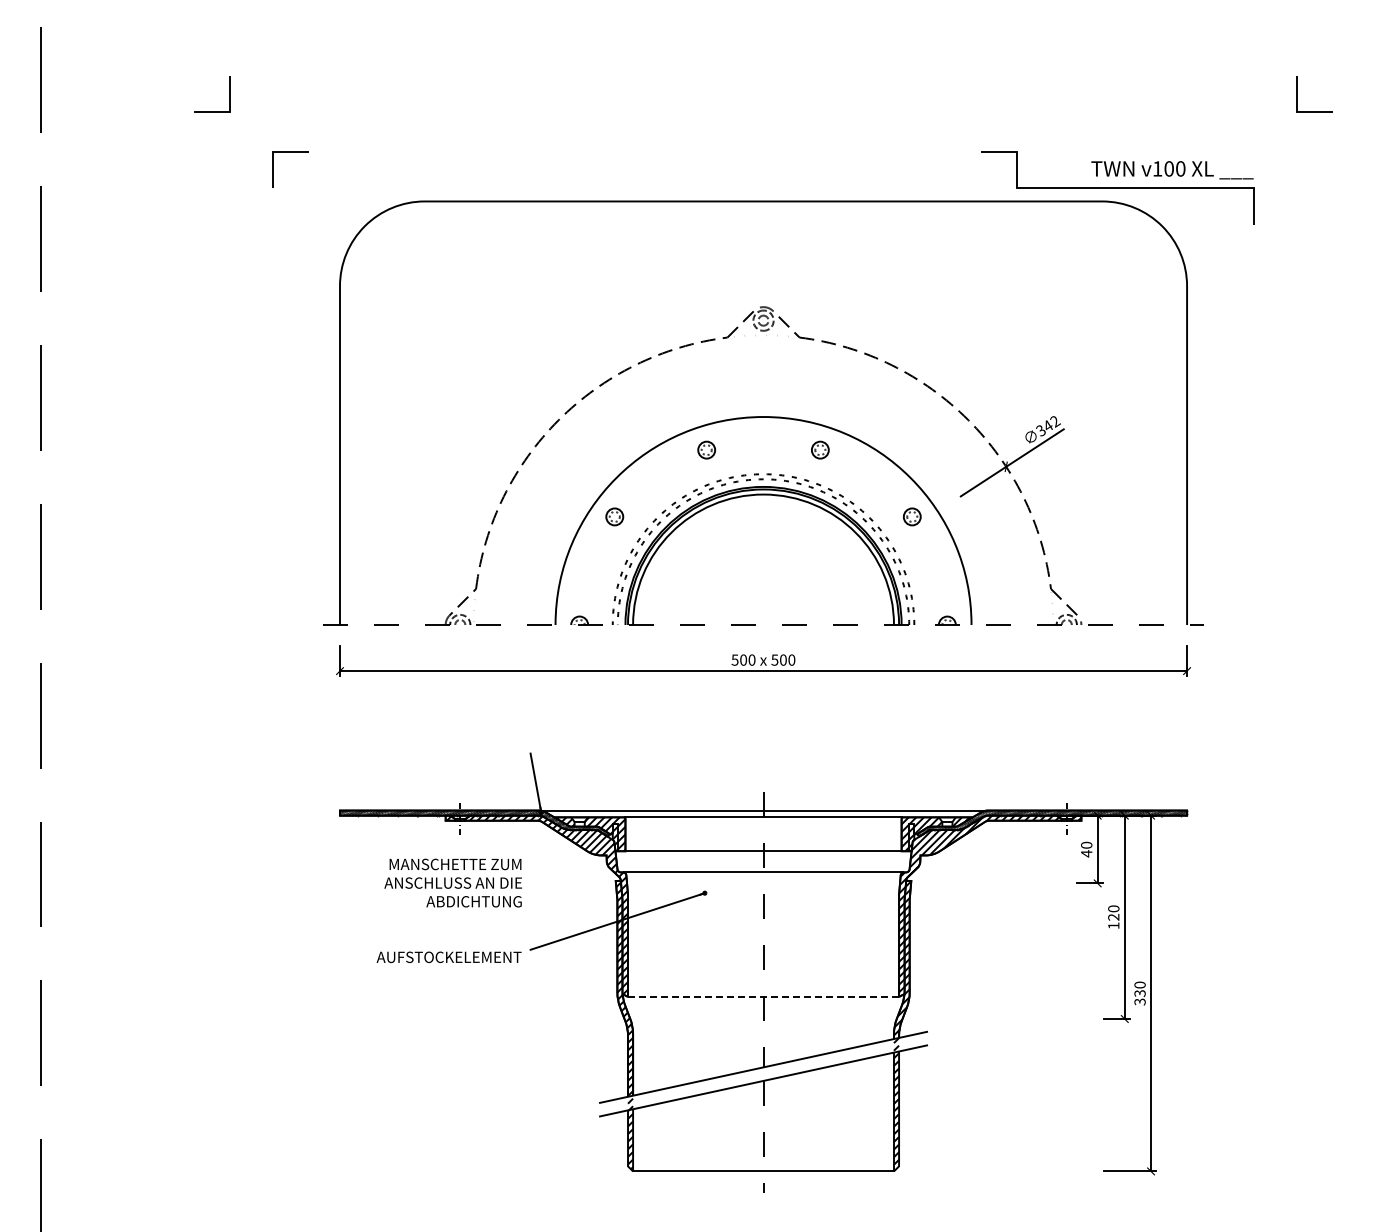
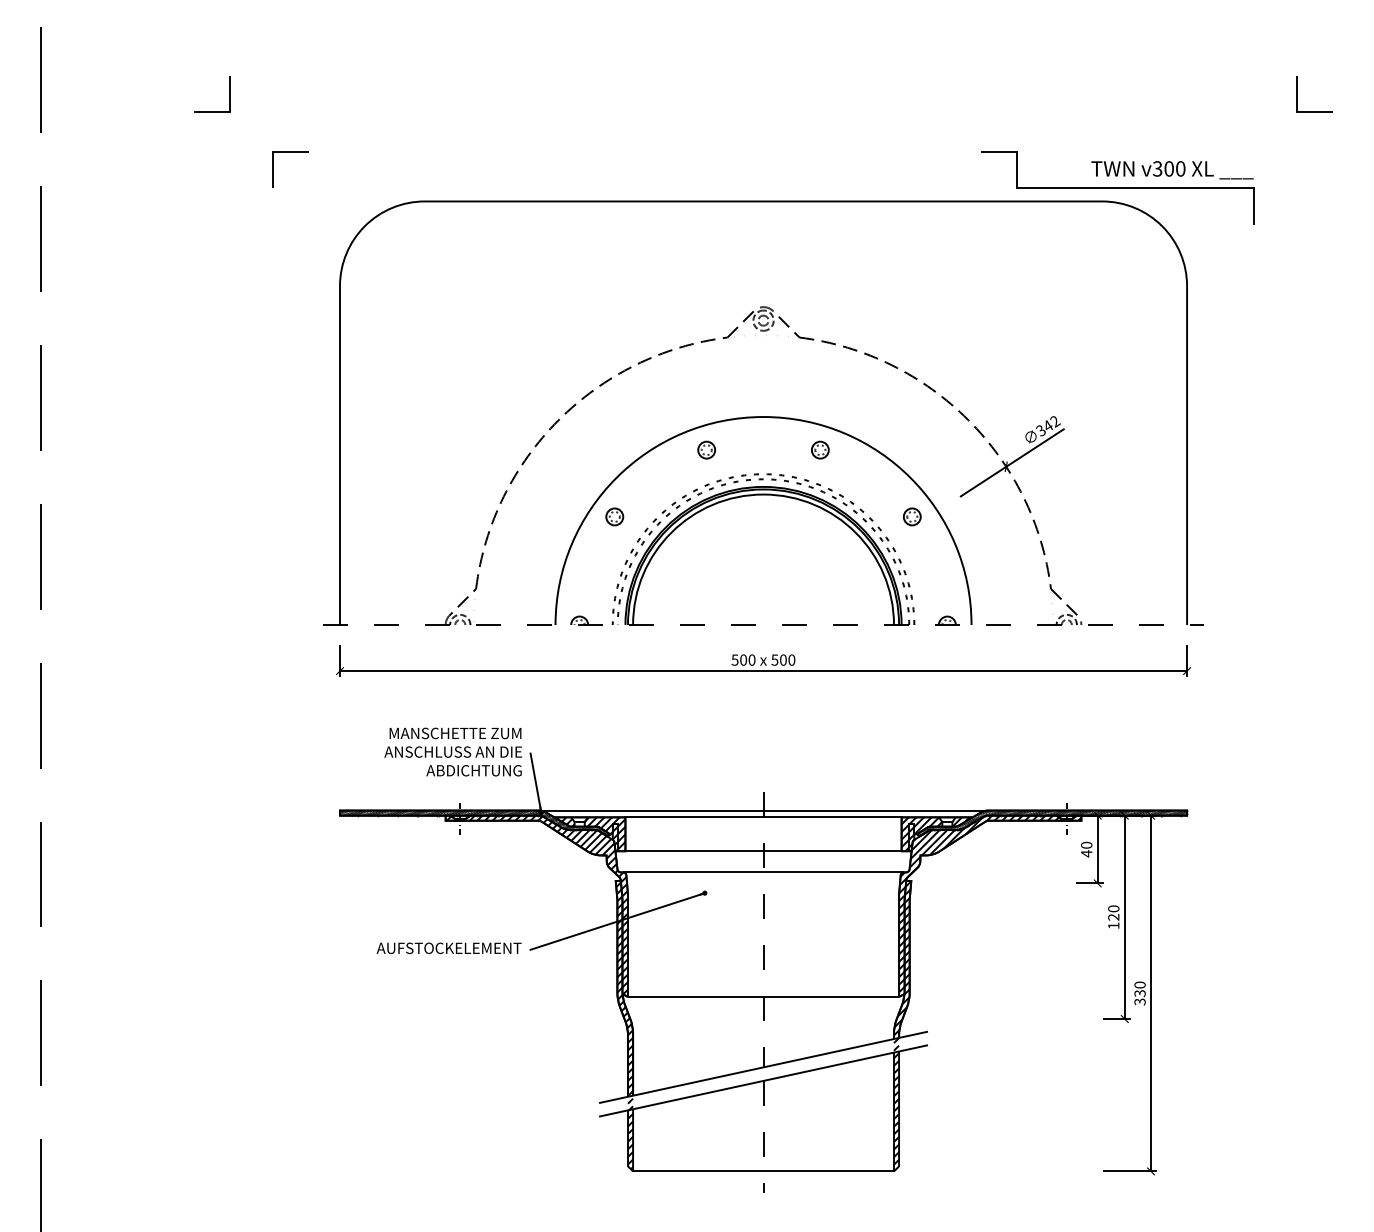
text at (1157, 168): v100 -> v300
text at (452, 882) position: (452, 882) -> (452, 751)
text at (448, 957) position: (448, 957) -> (448, 948)
line at (763, 996): dashed -> solid
